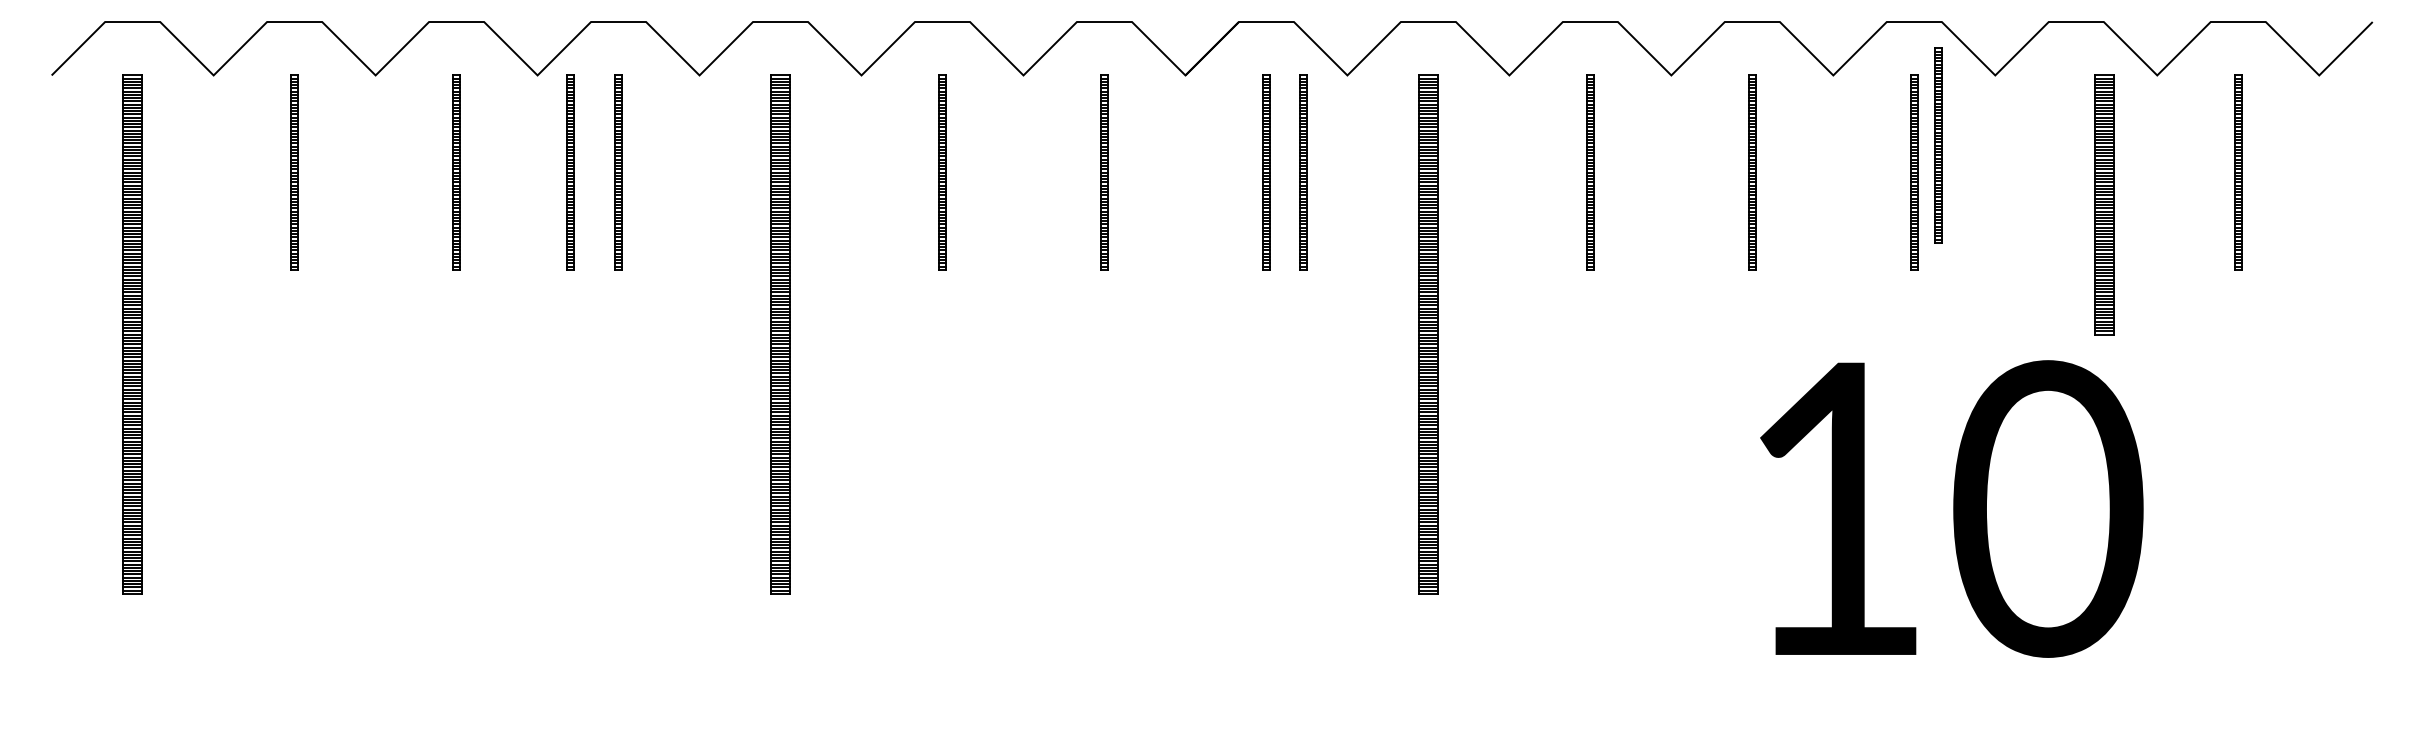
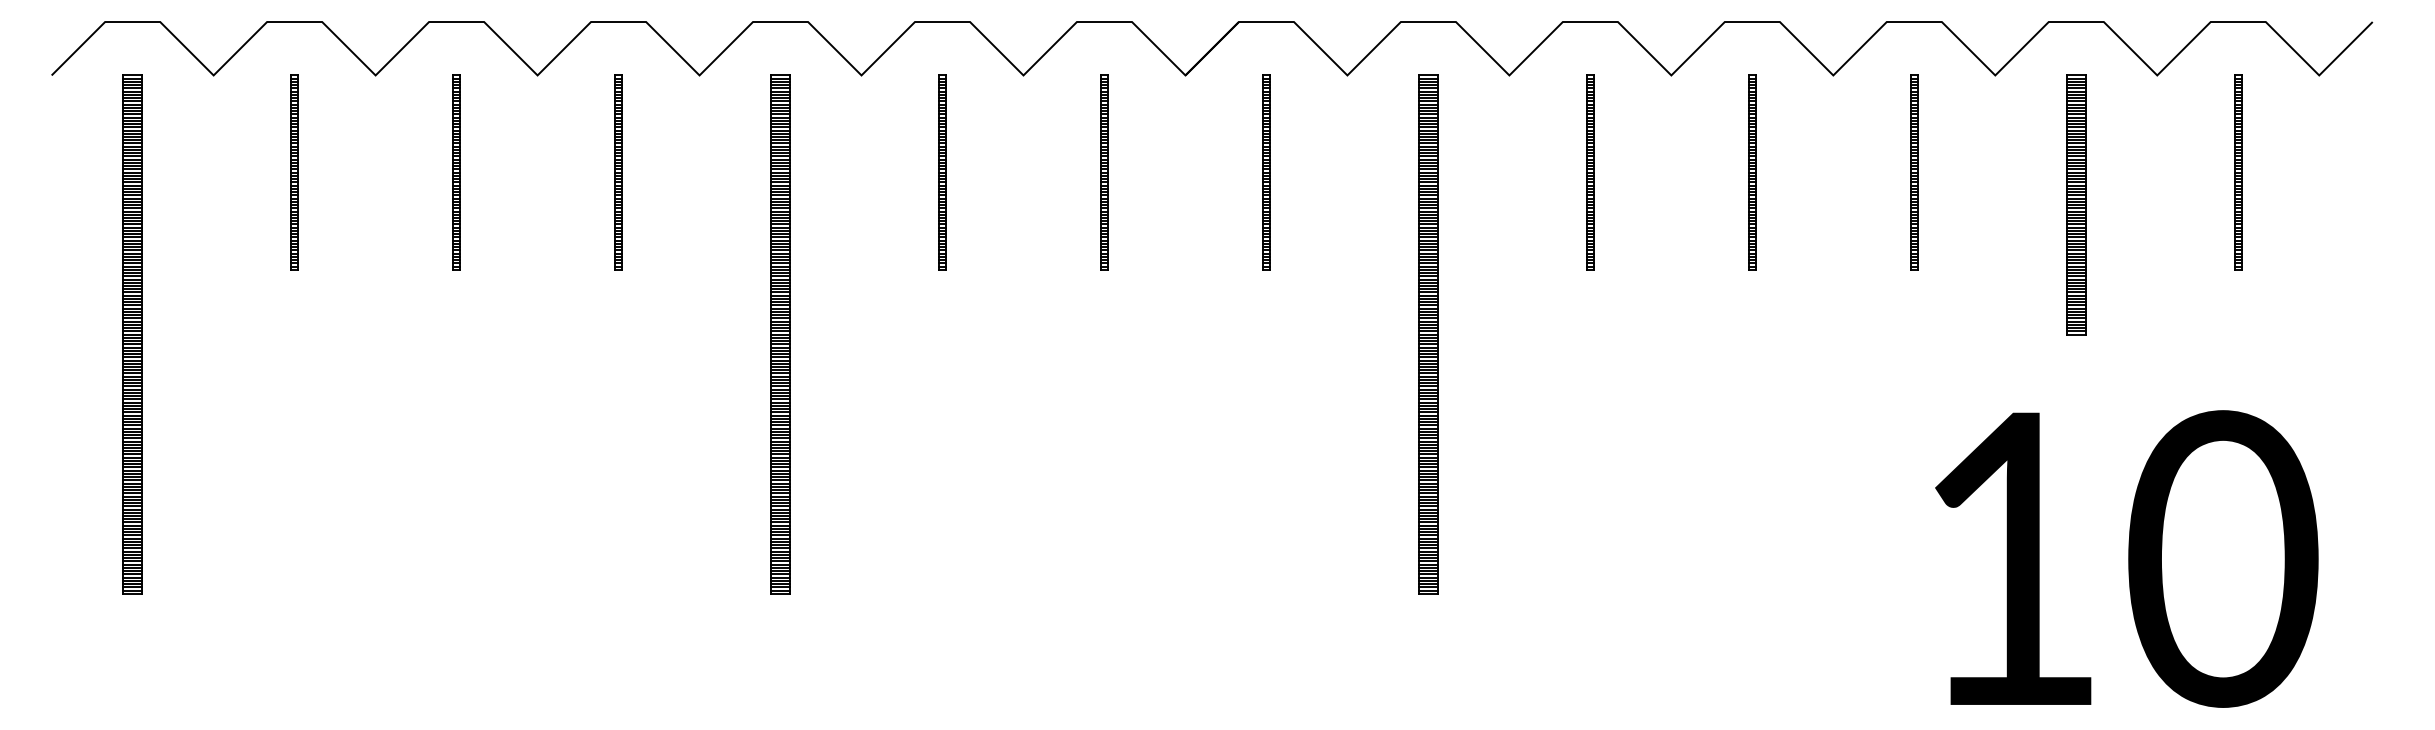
part at (1938, 145): present -> none
part at (570, 172): present -> none
part at (1303, 172): present -> none
part at (2104, 204) position: (2104, 204) -> (2076, 204)
text at (1951, 508) position: (1951, 508) -> (2126, 558)
